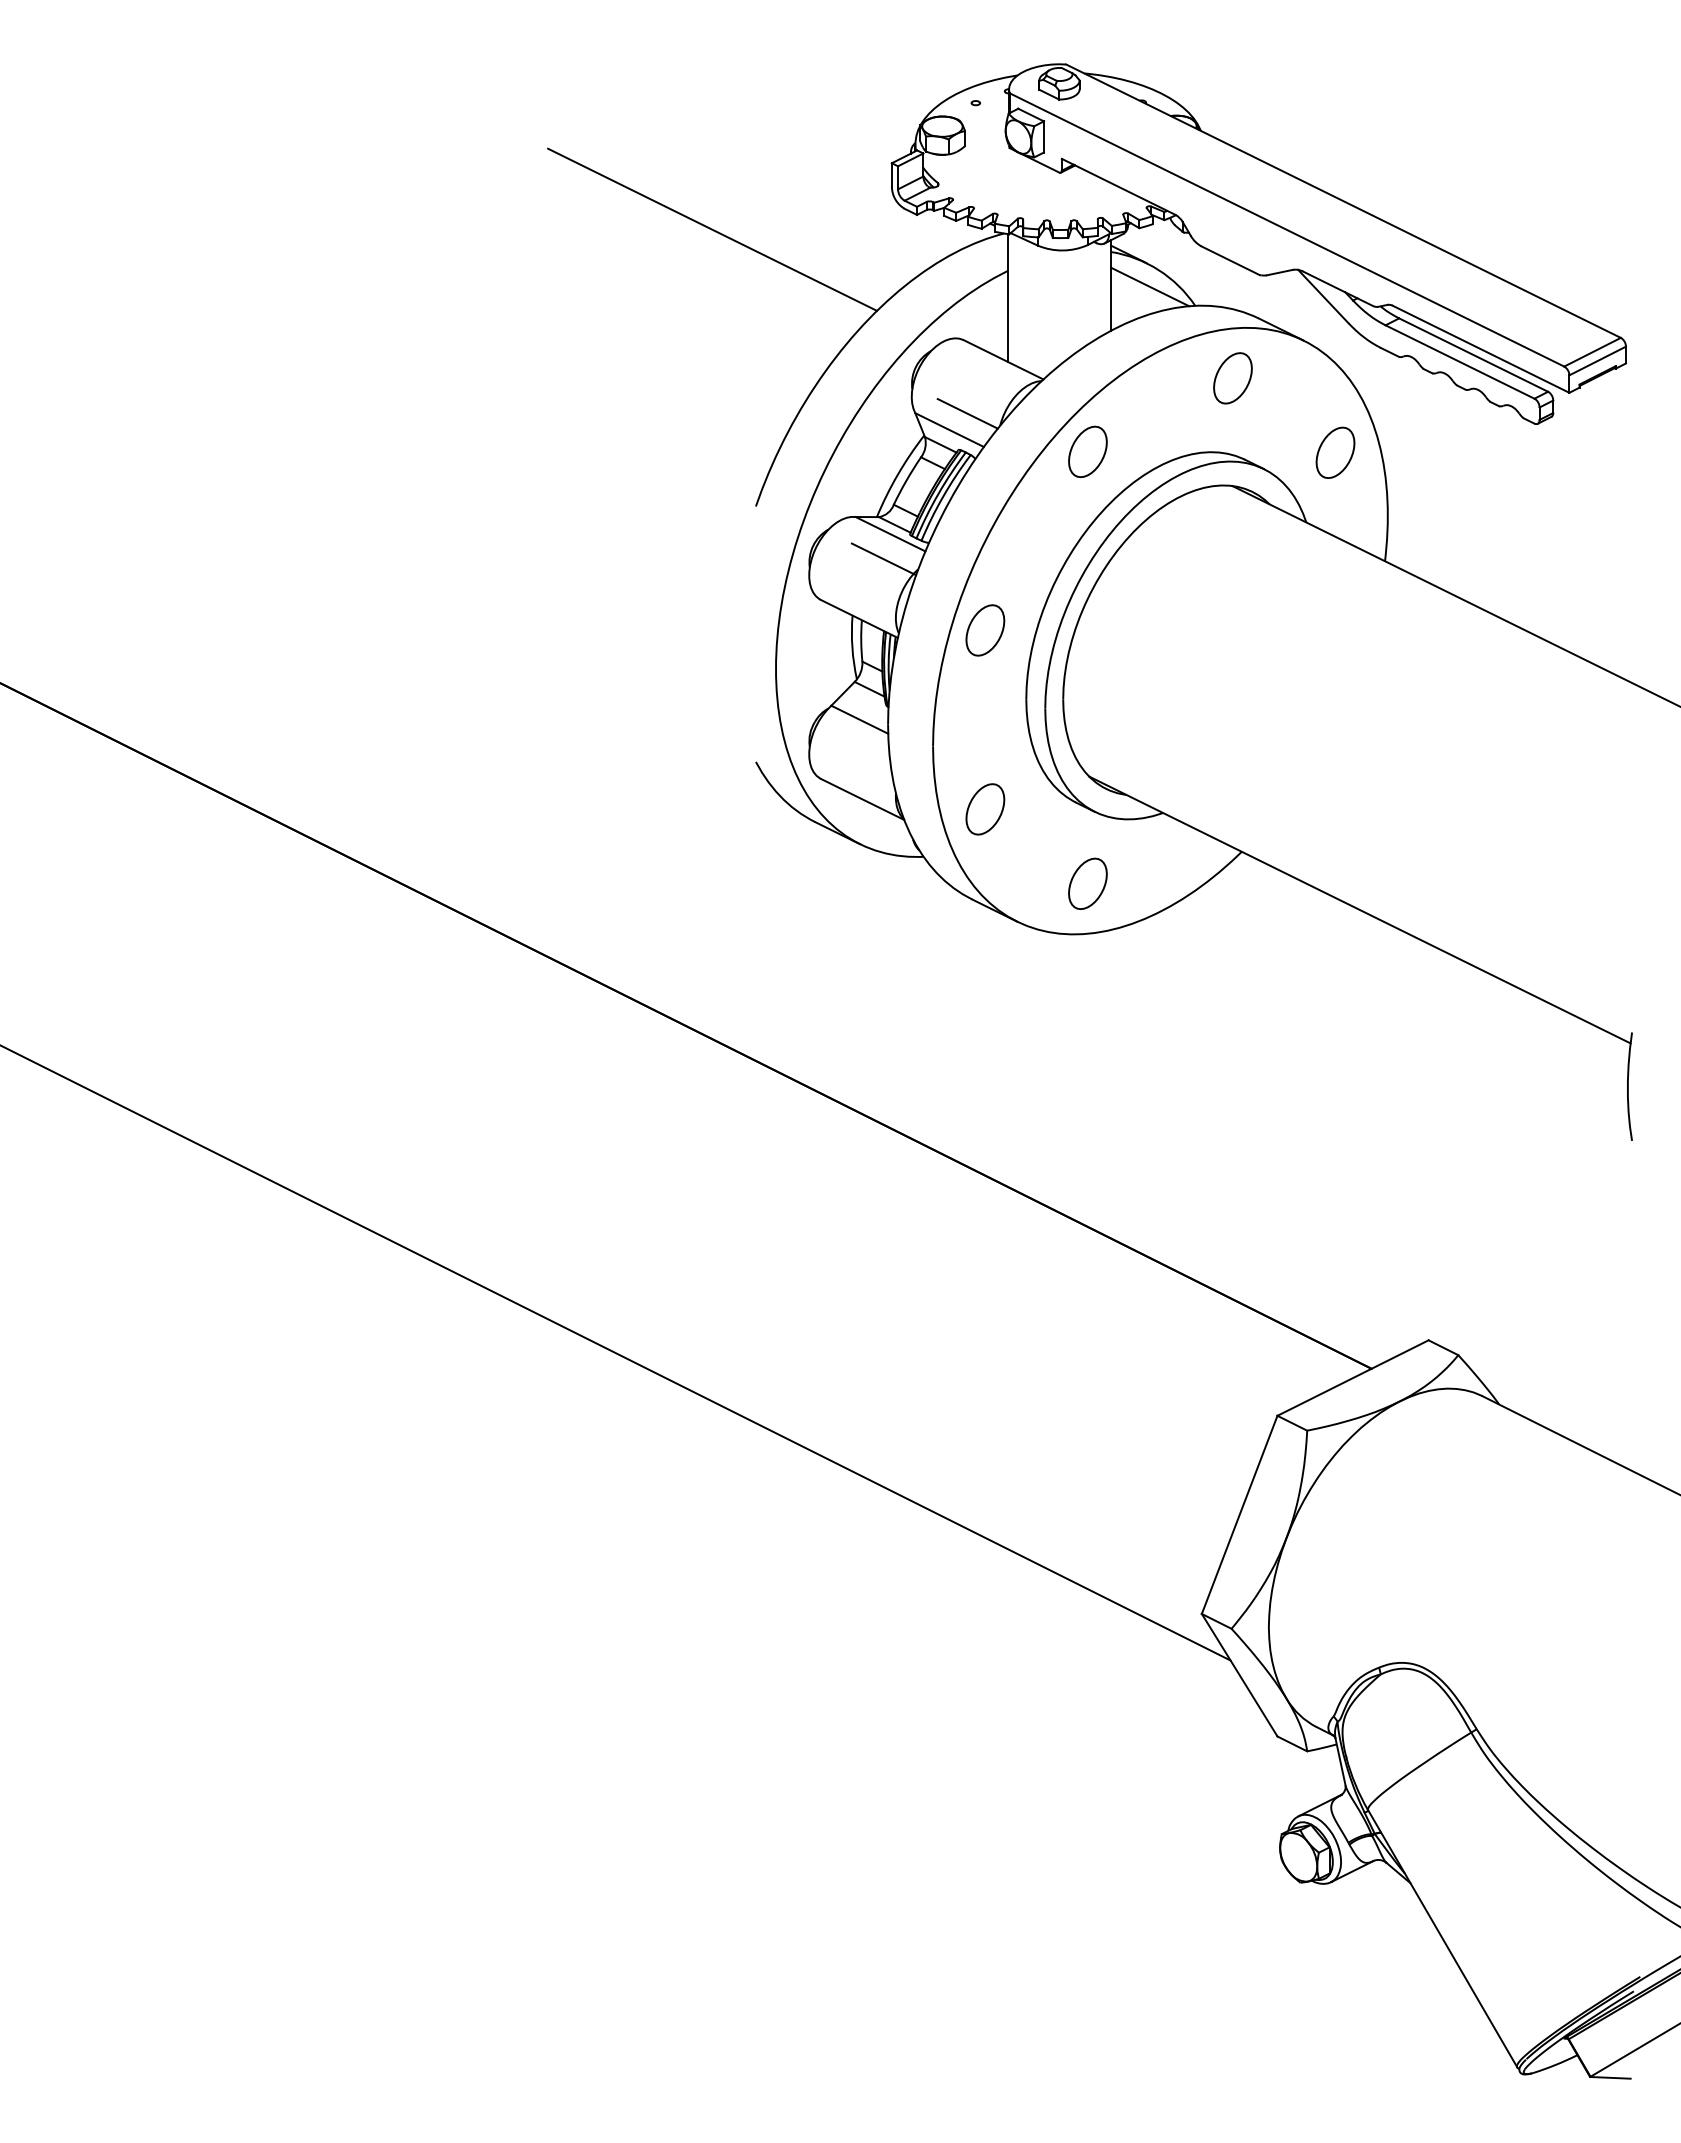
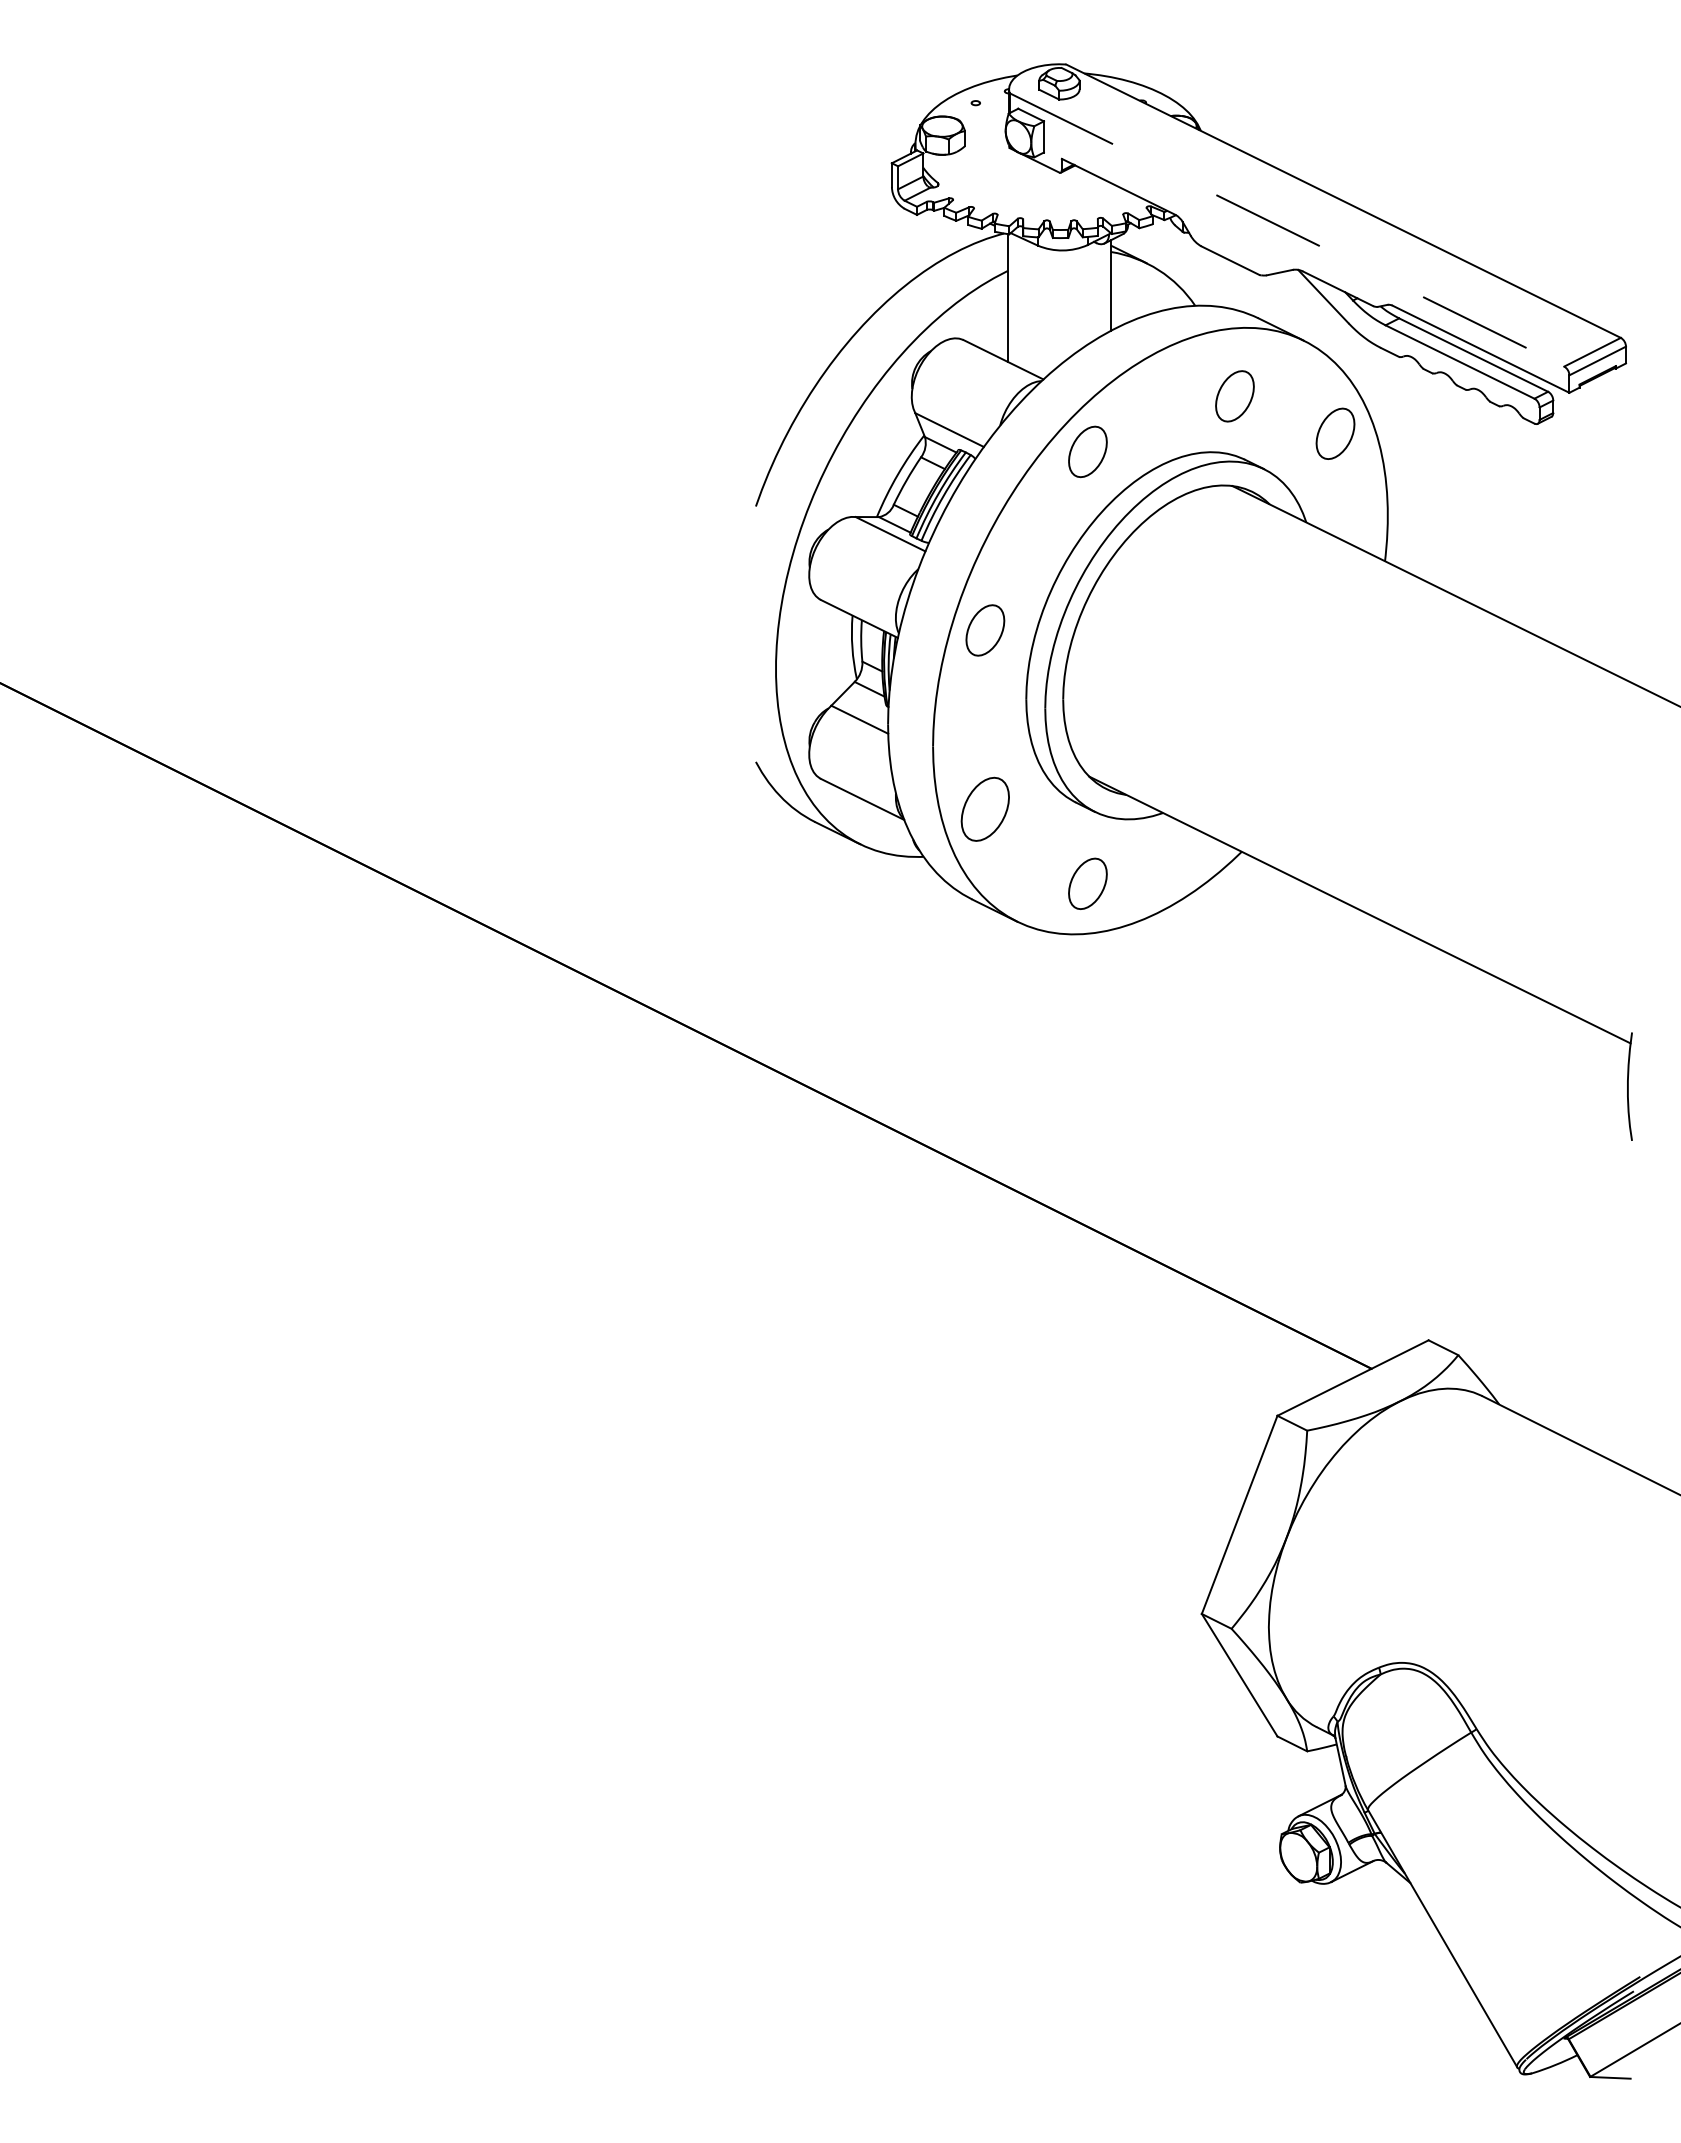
line at (712, 229): present -> none
line at (1287, 230): solid -> dashed
line at (1150, 286): present -> none
part at (1232, 378) position: (1232, 378) -> (1234, 396)
line at (967, 413): present -> none
part at (1335, 452) position: (1335, 452) -> (1335, 433)
line at (883, 559): present -> none
part at (985, 809) size: 41x53 px -> 50x66 px
line at (616, 1353): present -> none
